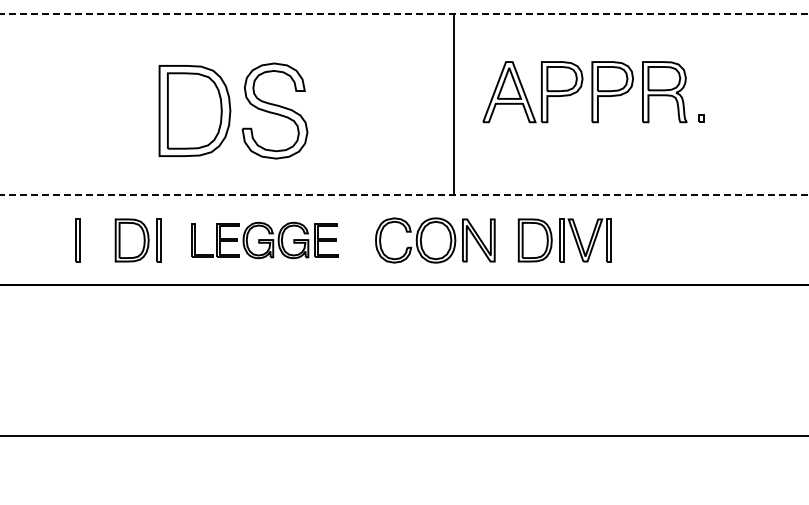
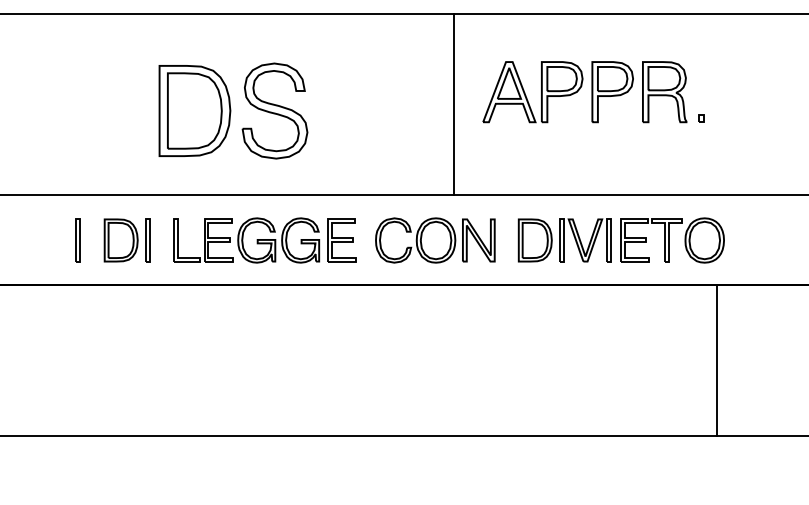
line at (404, 14): dashed -> solid
line at (404, 194): dashed -> solid
part at (137, 240) position: (137, 240) -> (126, 240)
part at (264, 240) size: 148x39 px -> 184x47 px
part at (672, 240): none -> present
line at (716, 360): none -> present
